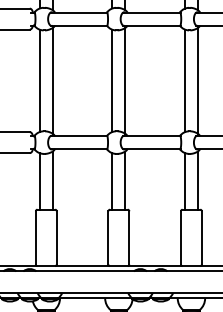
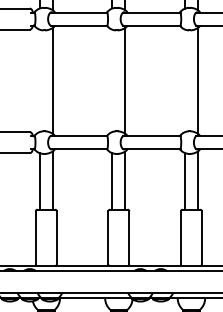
line at (39, 80): present -> none
line at (112, 80): present -> none
line at (184, 80): present -> none
